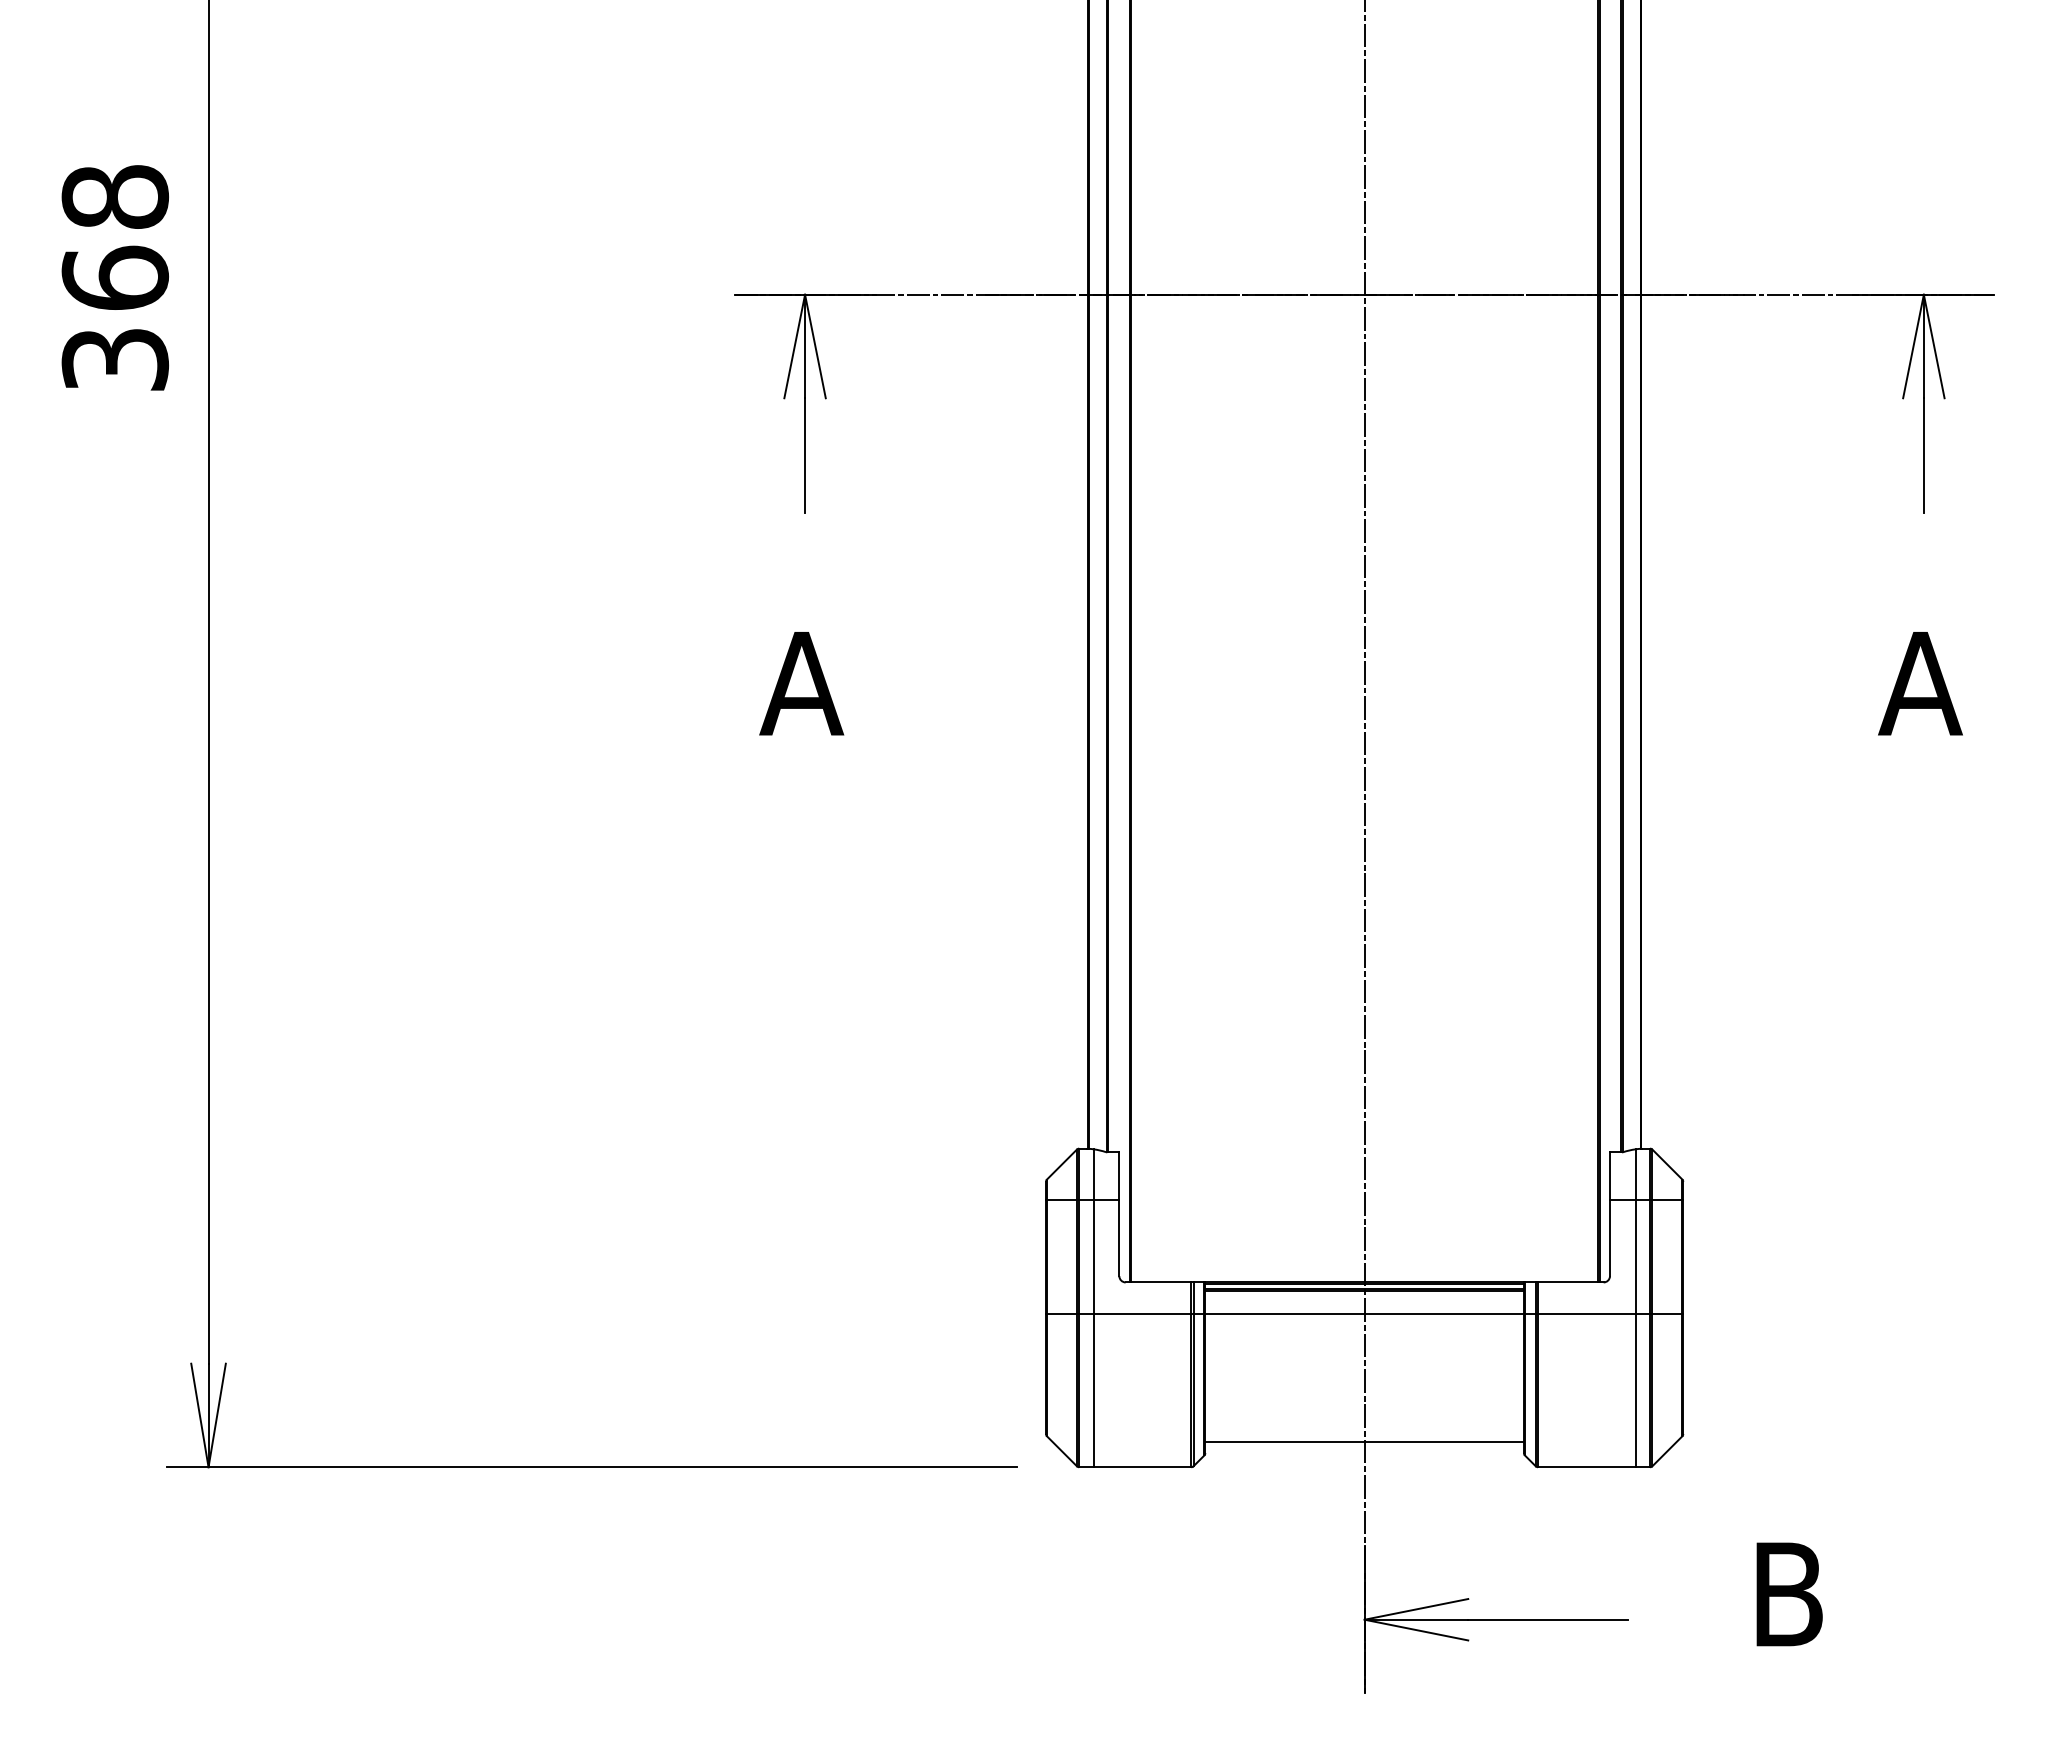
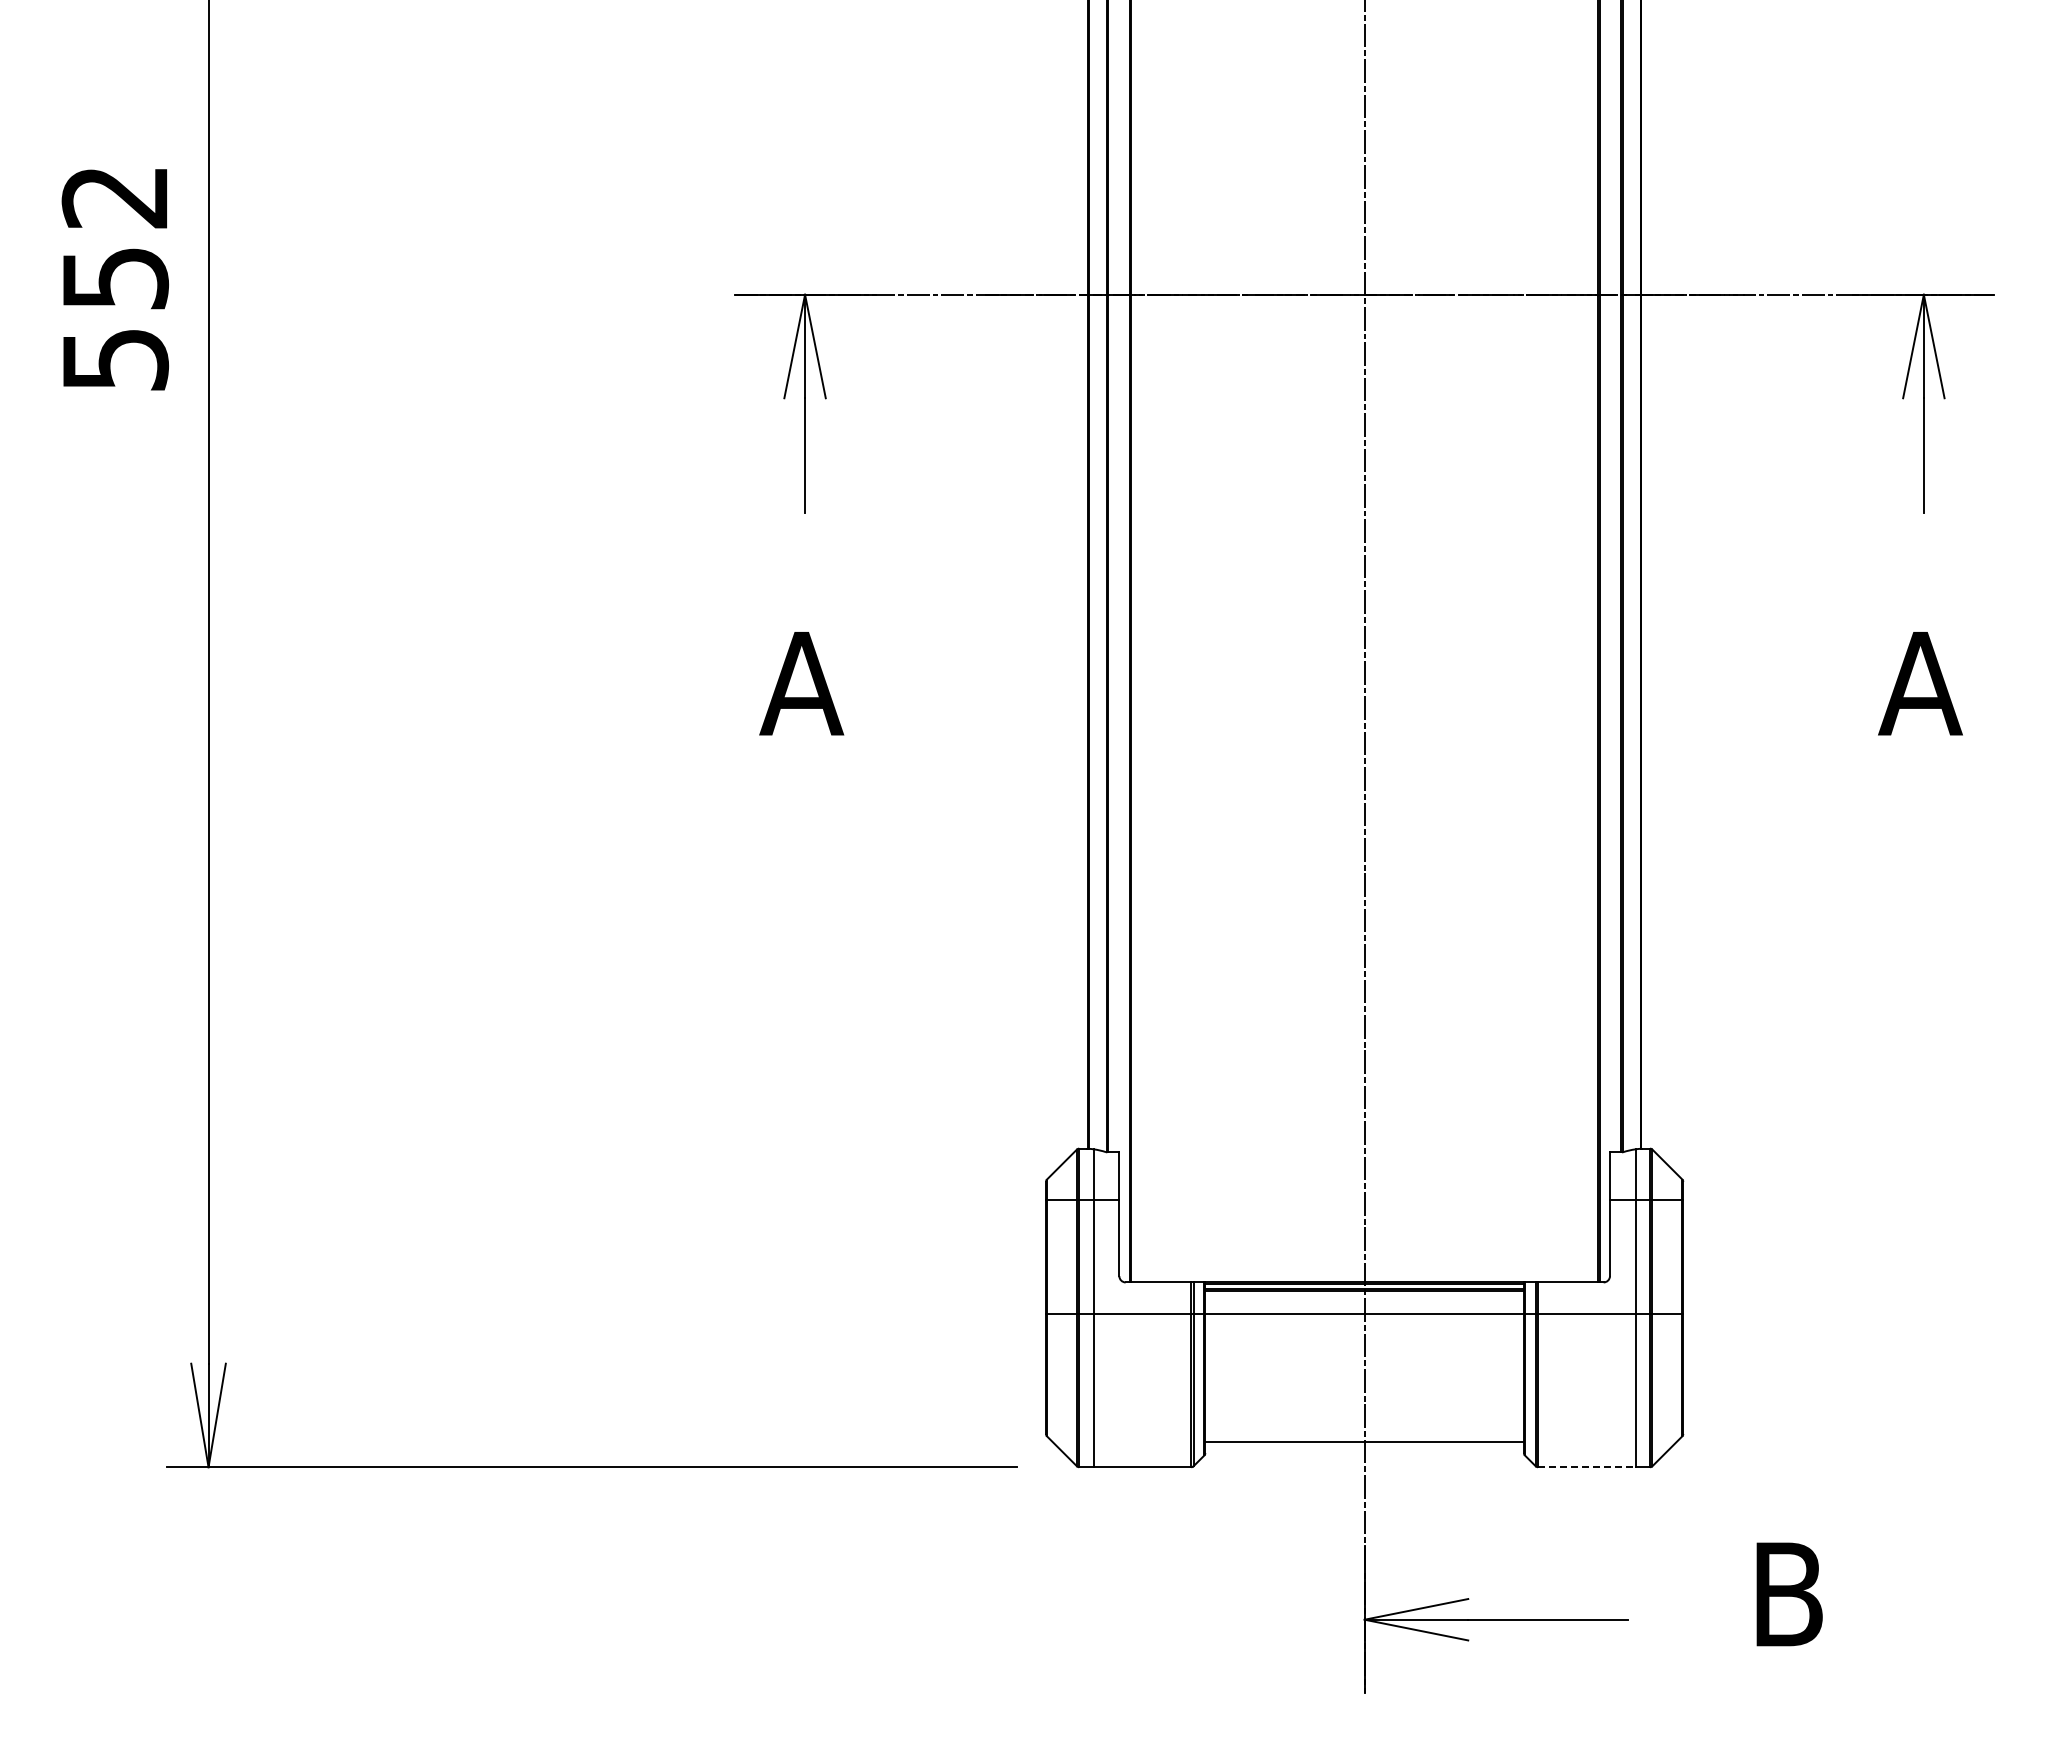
text at (115, 277): 368 -> 552
line at (1586, 1467): solid -> dashed
